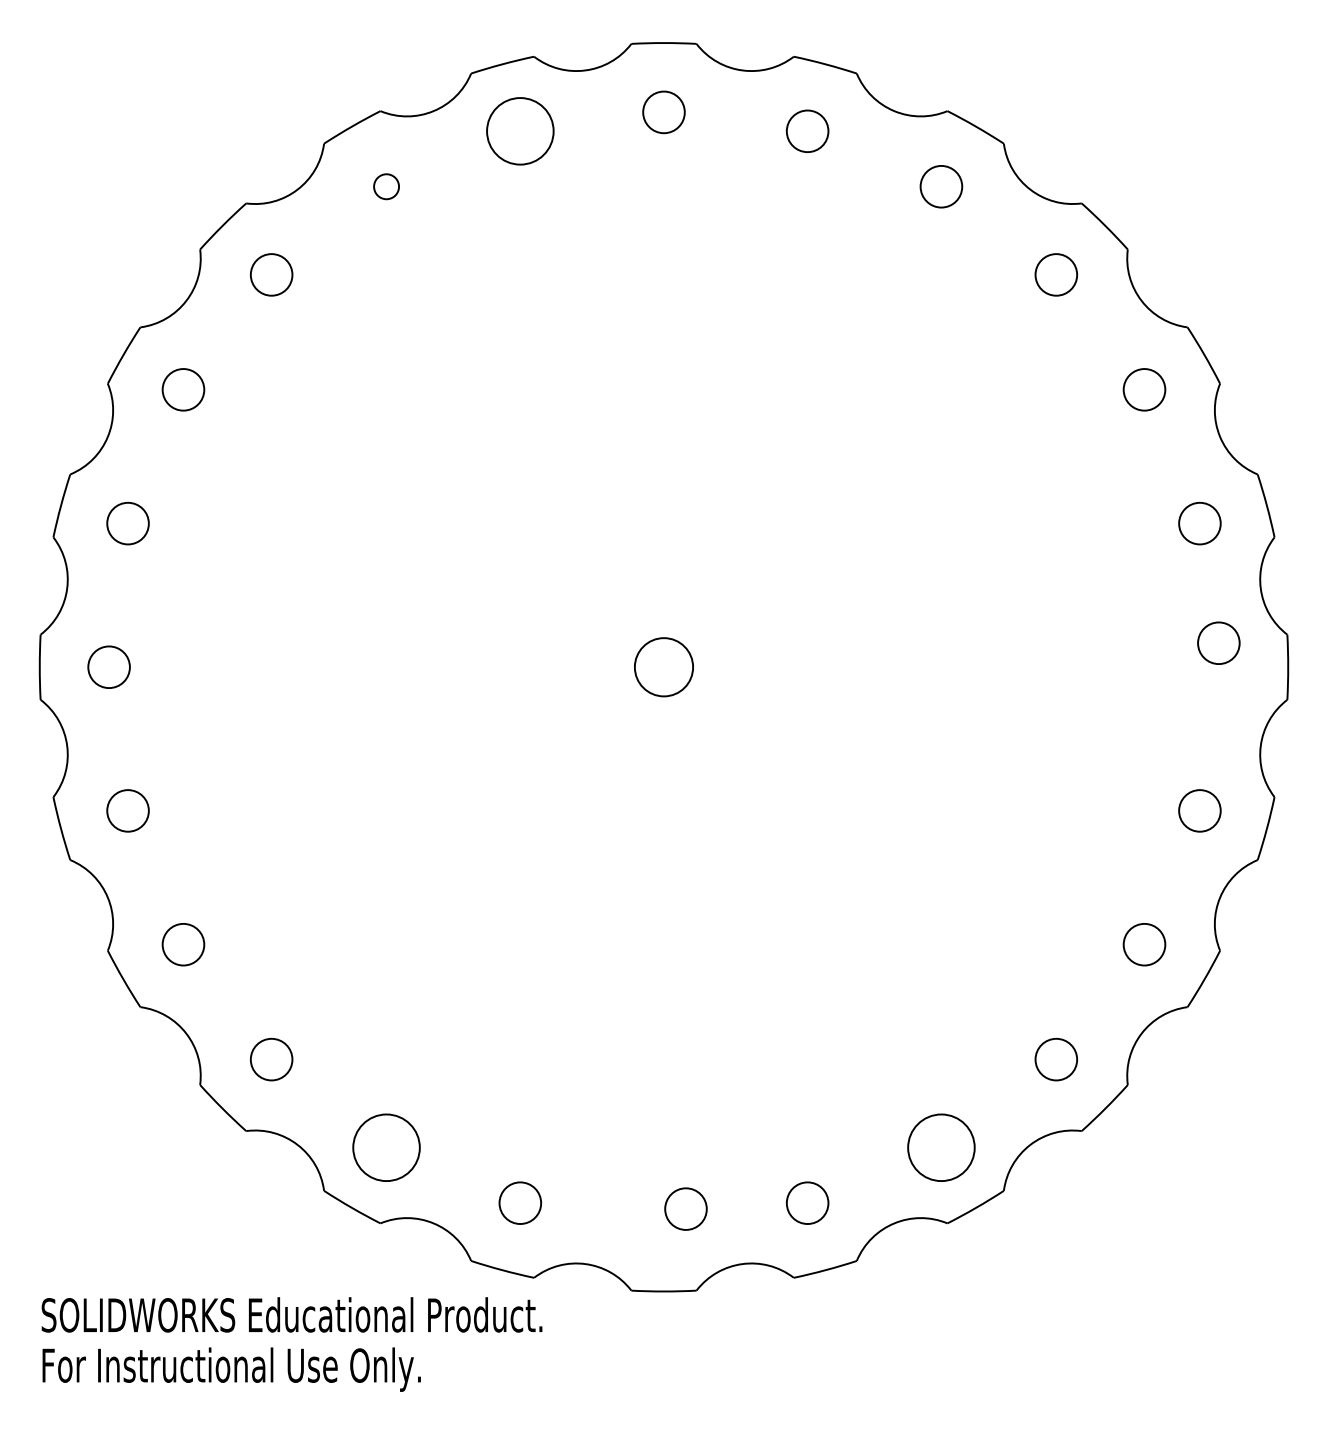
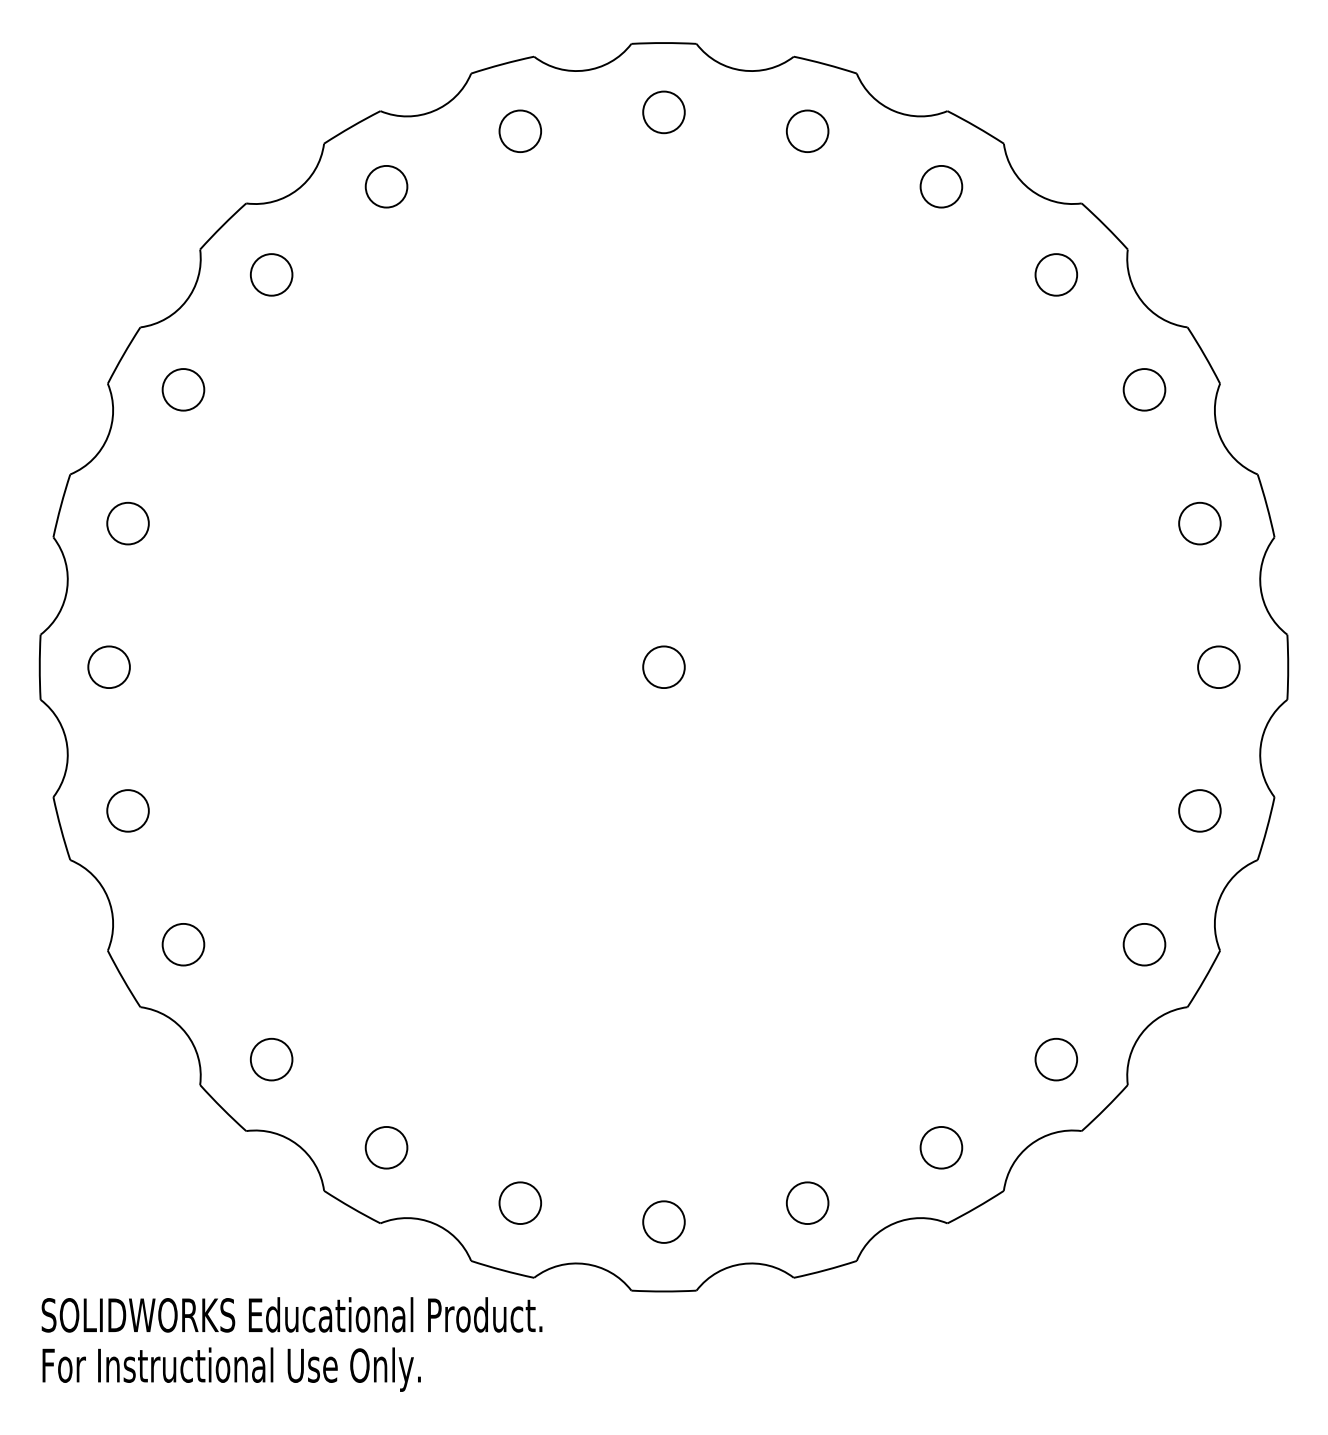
circle at (520, 131) diameter: 67 px -> 42 px
circle at (386, 186) diameter: 25 px -> 42 px
circle at (1218, 642) position: (1218, 642) -> (1218, 666)
circle at (663, 667) diameter: 58 px -> 42 px
circle at (386, 1147) diameter: 67 px -> 42 px
circle at (941, 1147) diameter: 67 px -> 42 px
circle at (685, 1208) position: (685, 1208) -> (663, 1221)
